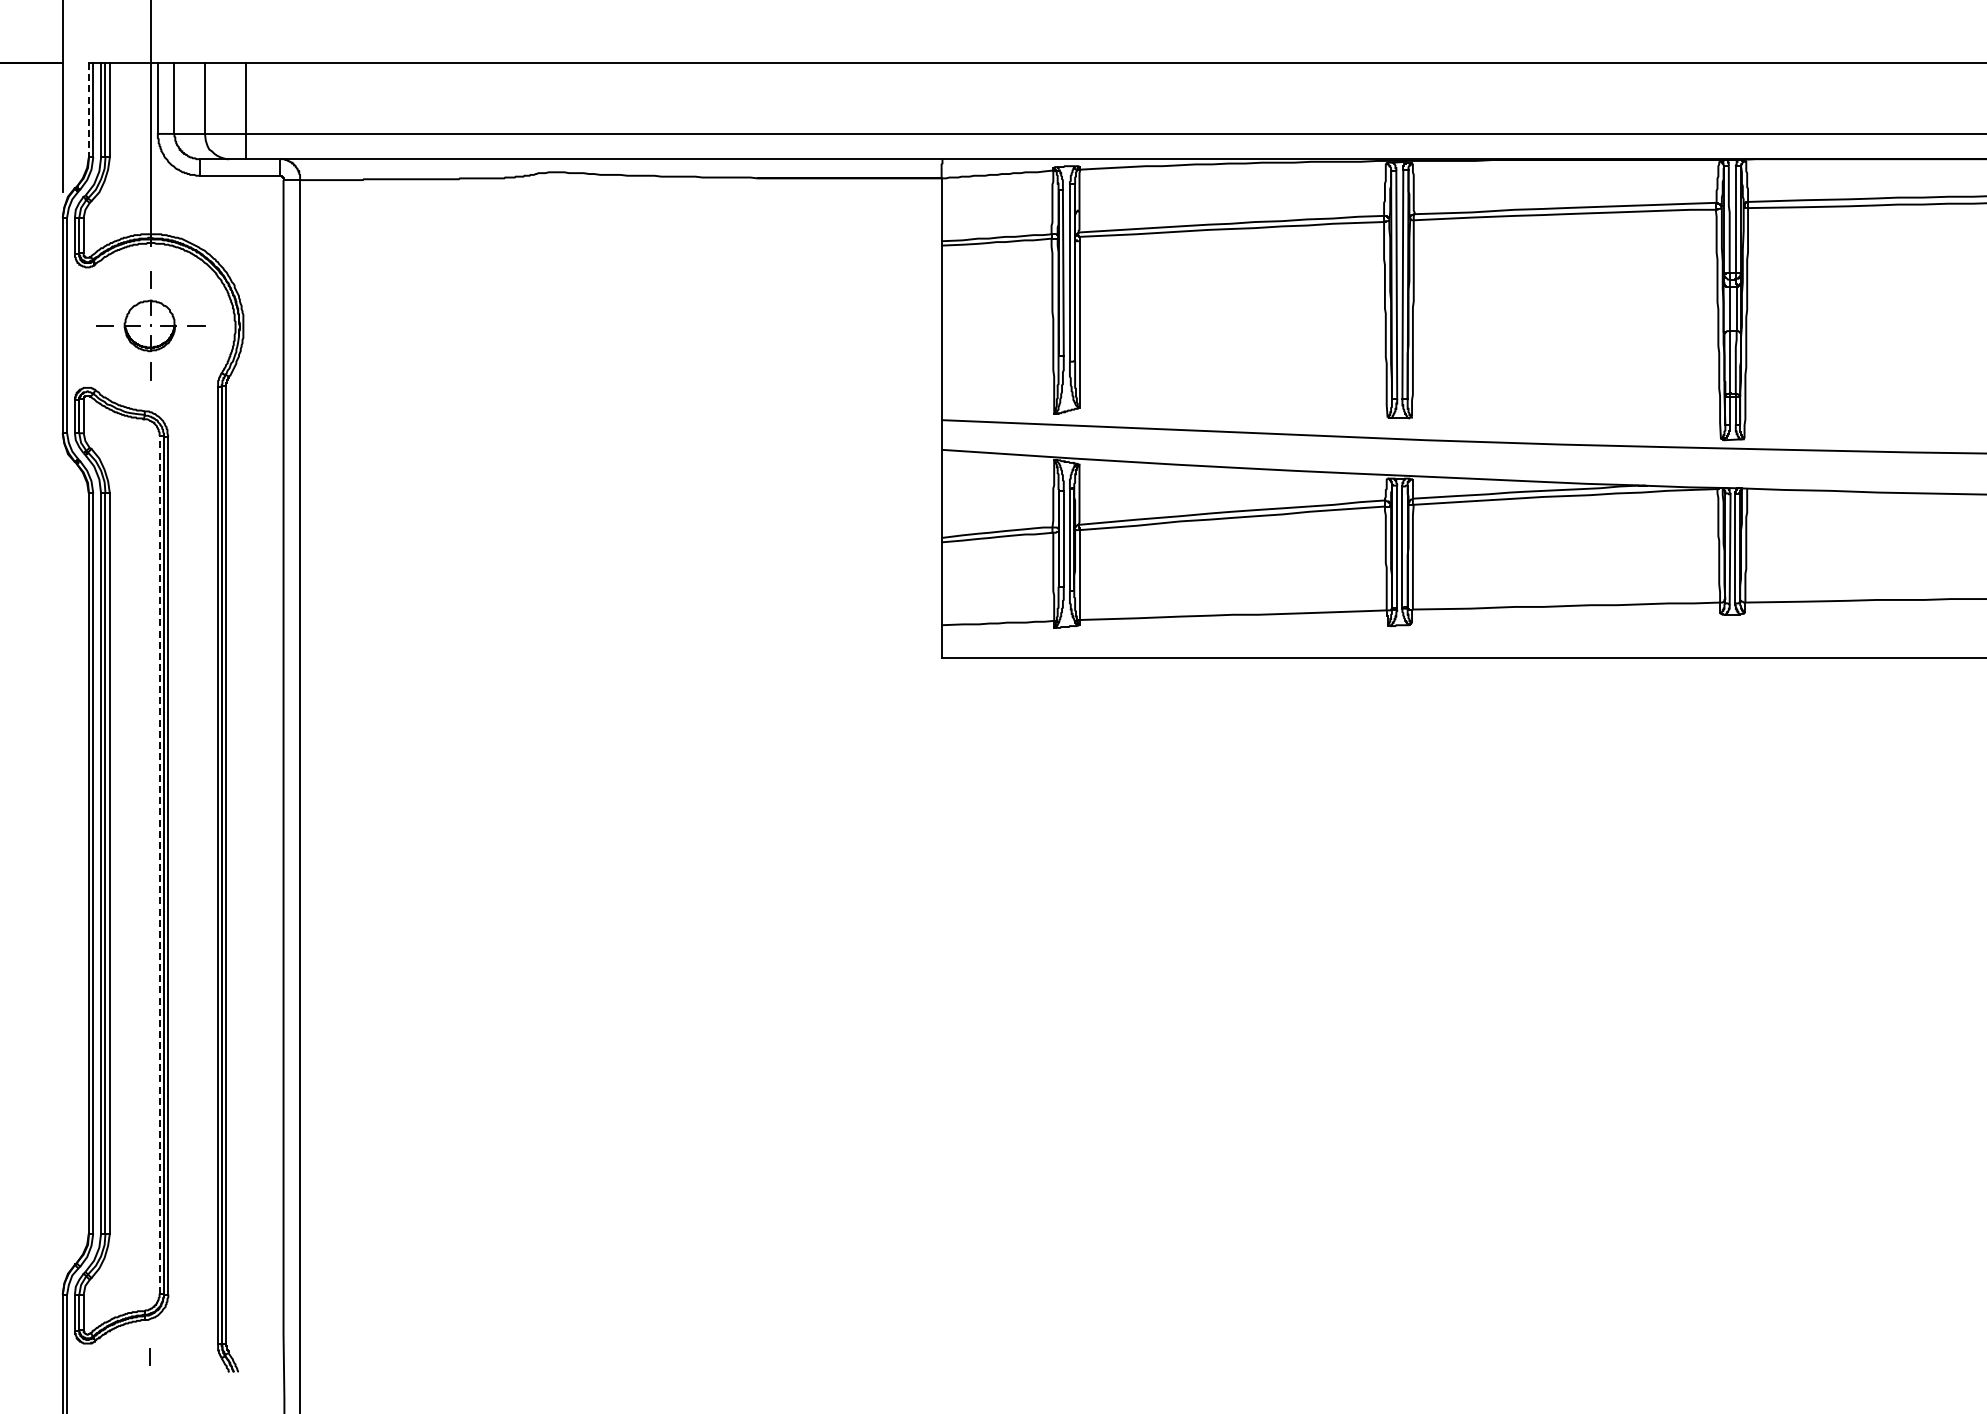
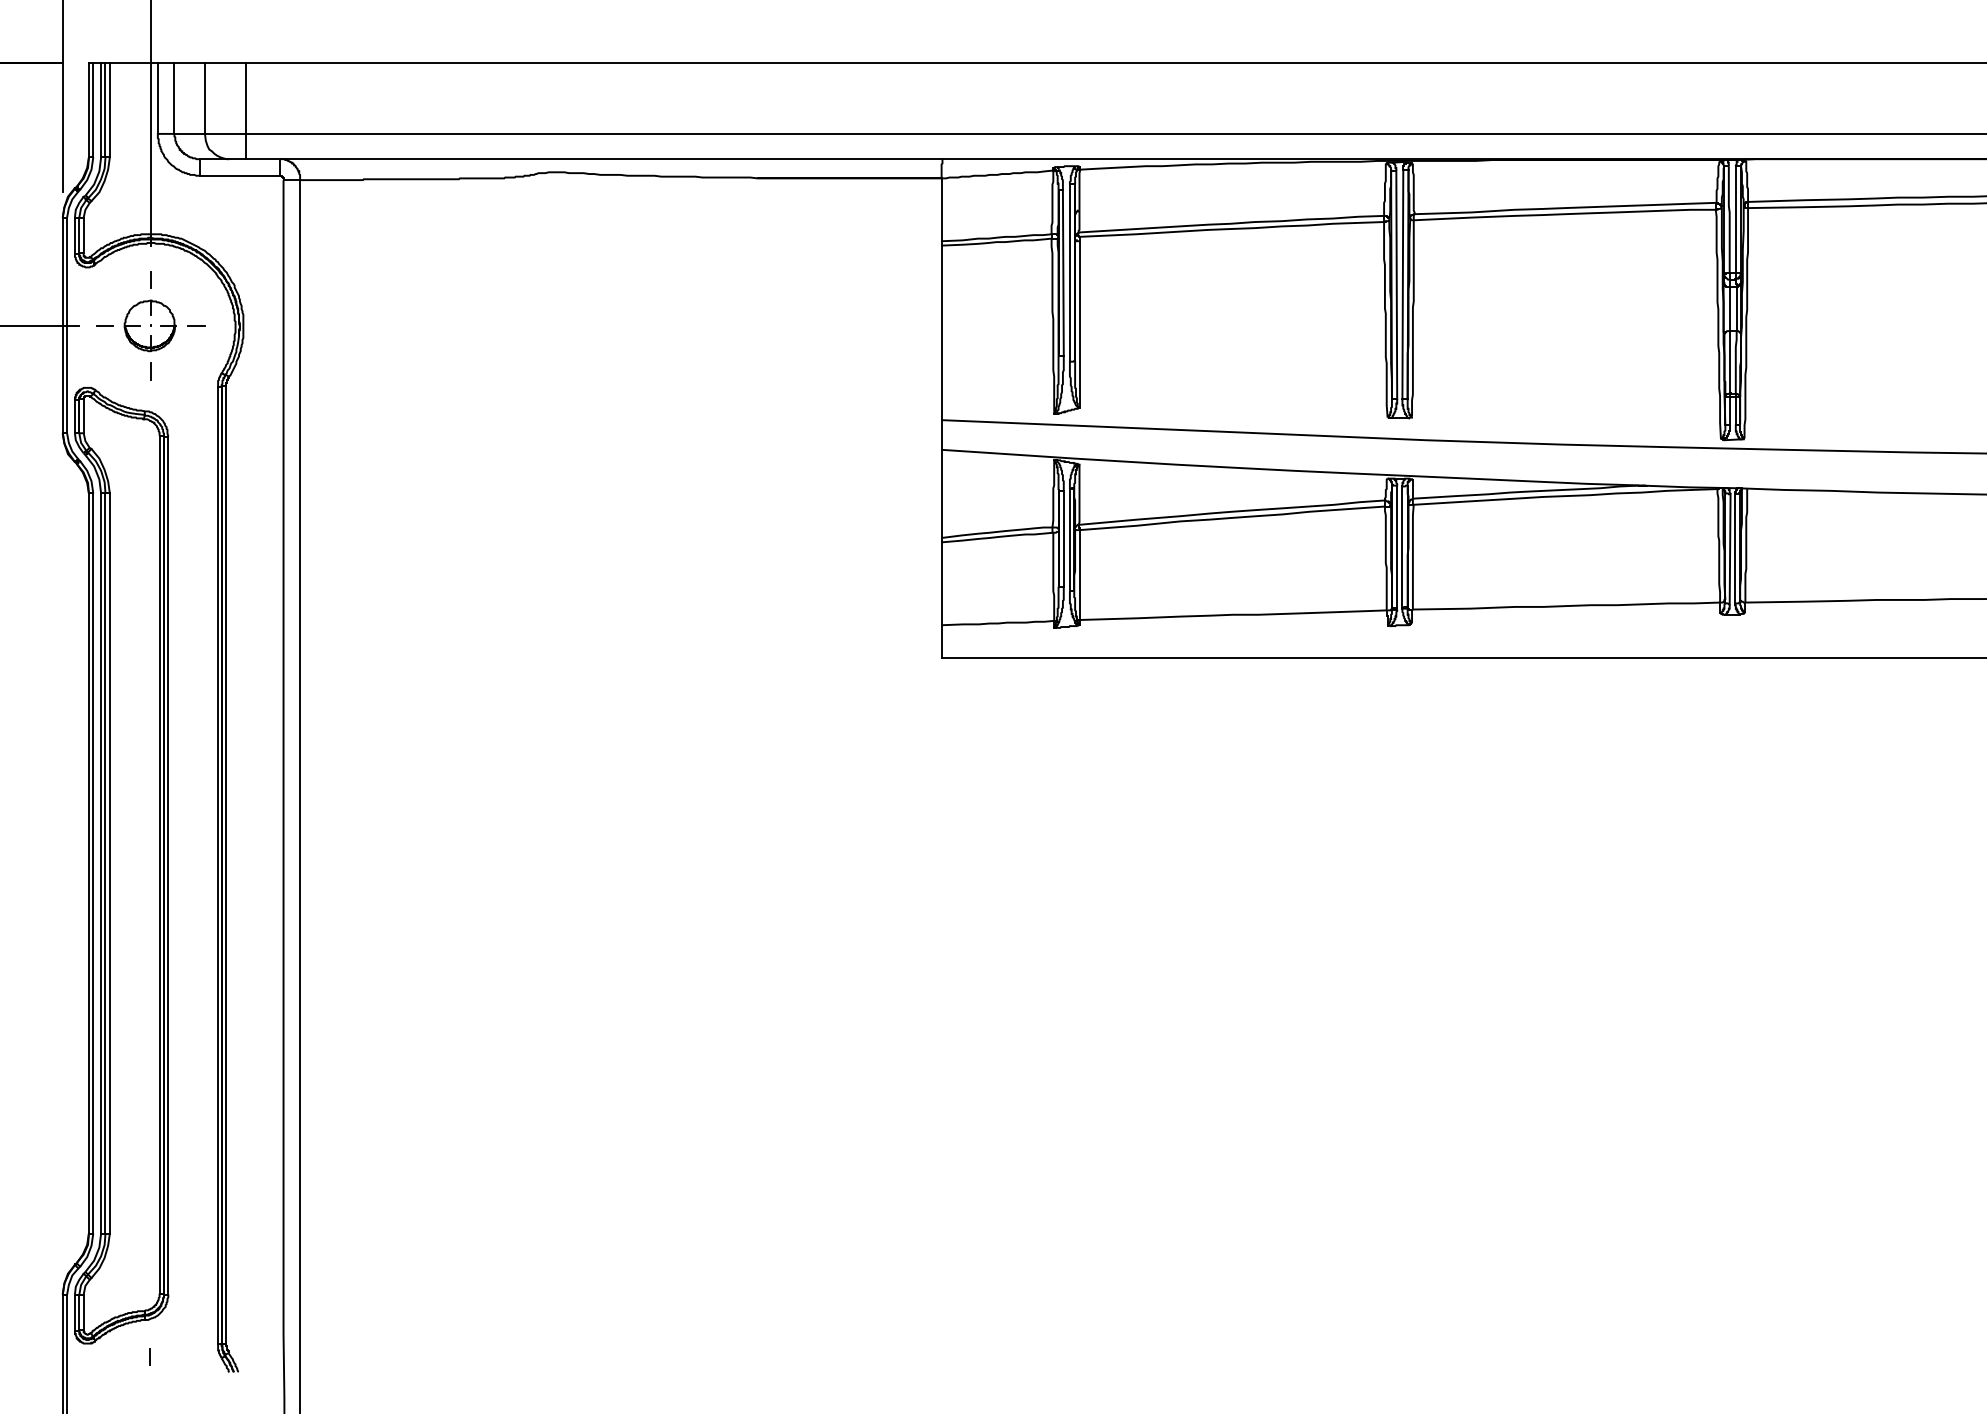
line at (88, 110): dashed -> solid
line at (40, 325): none -> present
line at (159, 864): dashed -> solid
